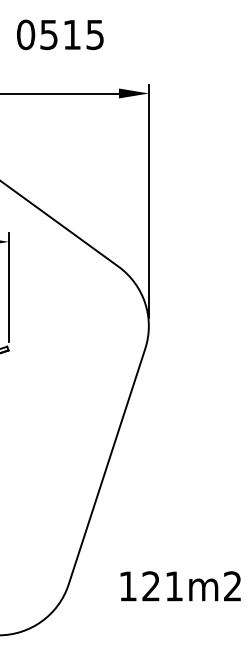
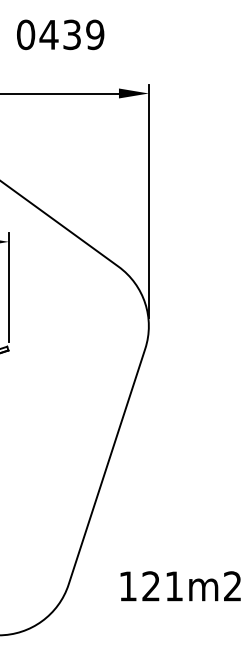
text at (71, 34): 0515 -> 0439
